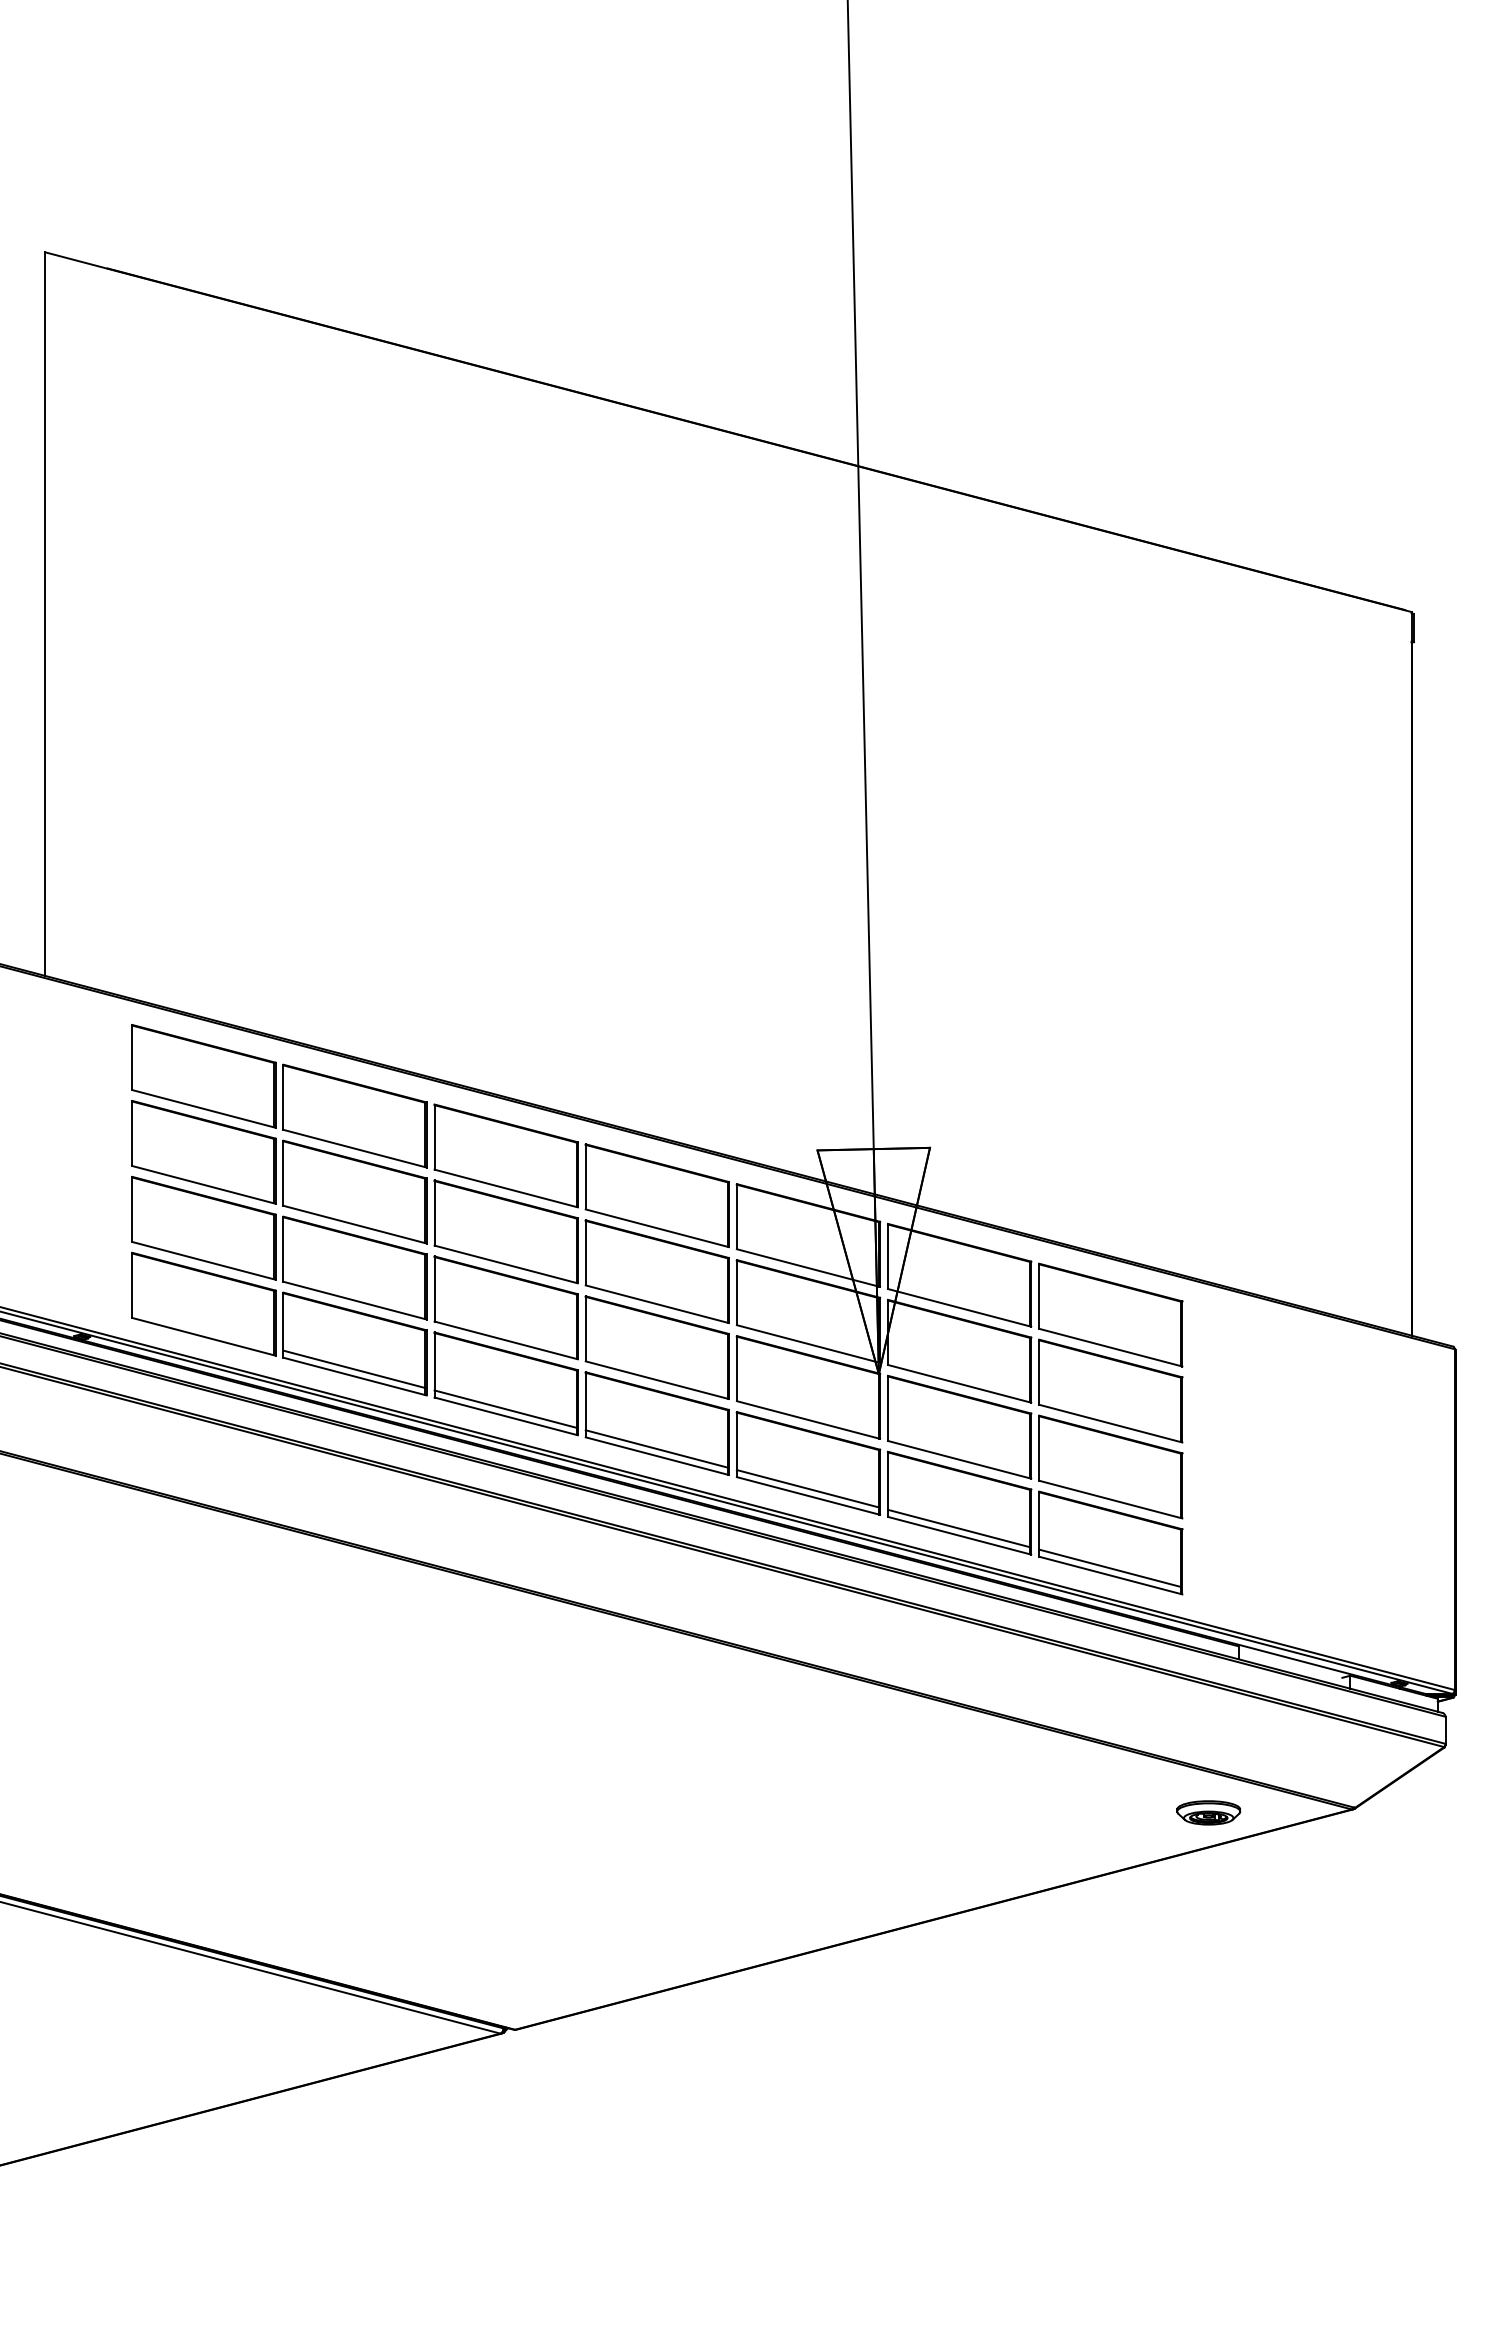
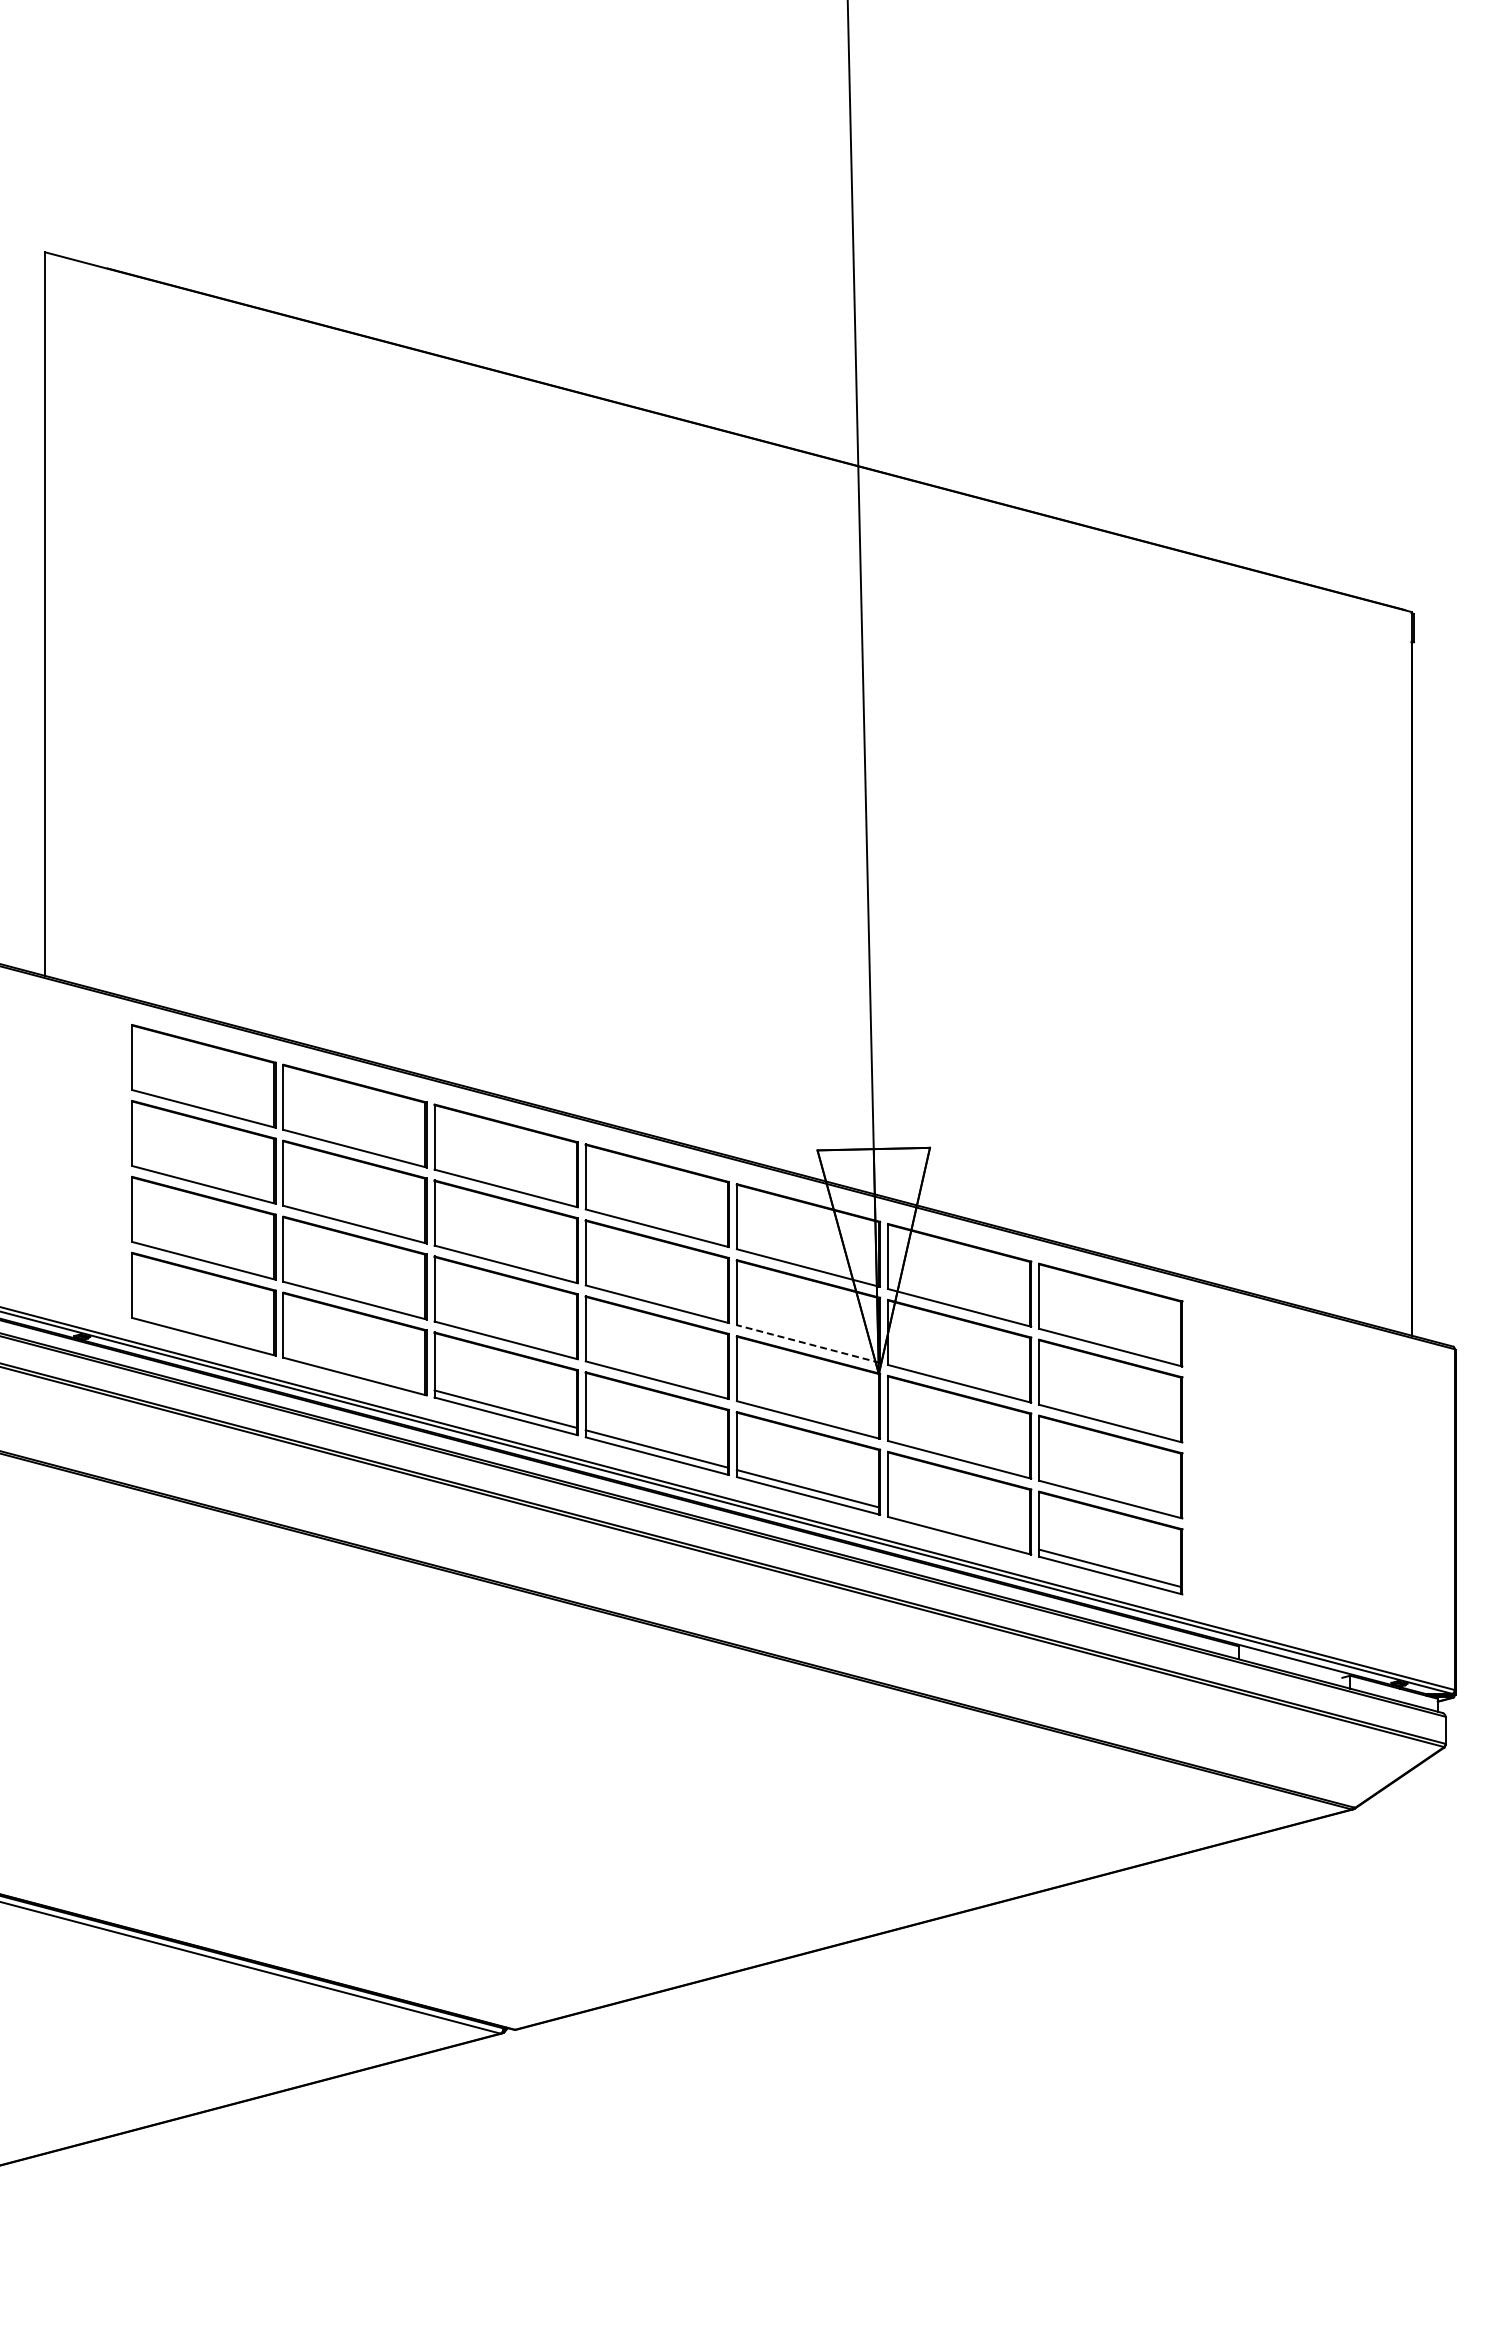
line at (807, 1343): solid -> dashed
line at (354, 1369): present -> none
line at (959, 1528): present -> none
part at (1208, 1812): present -> none
